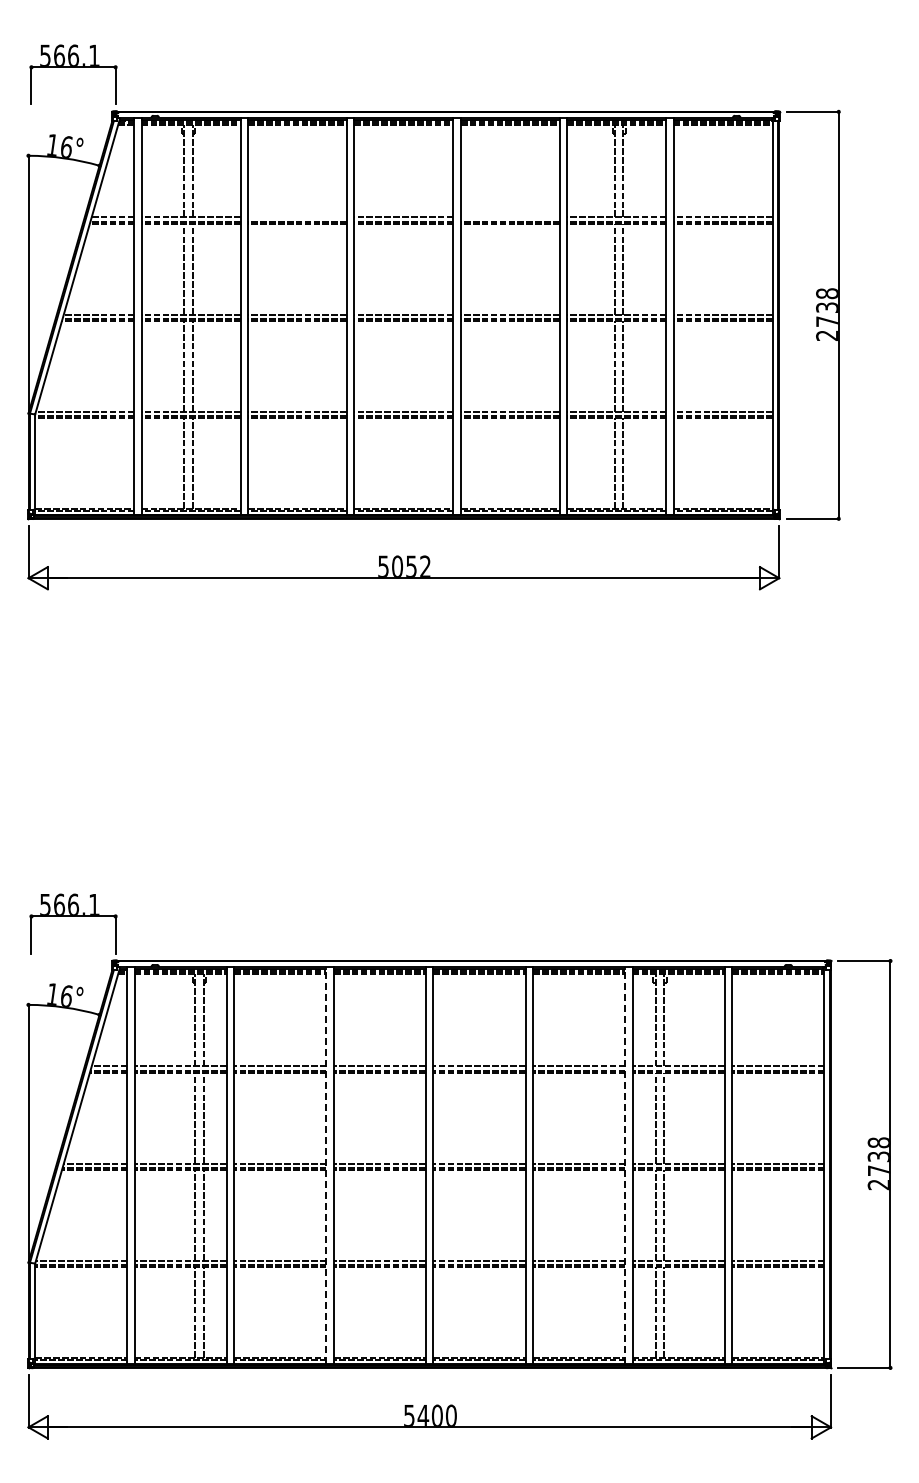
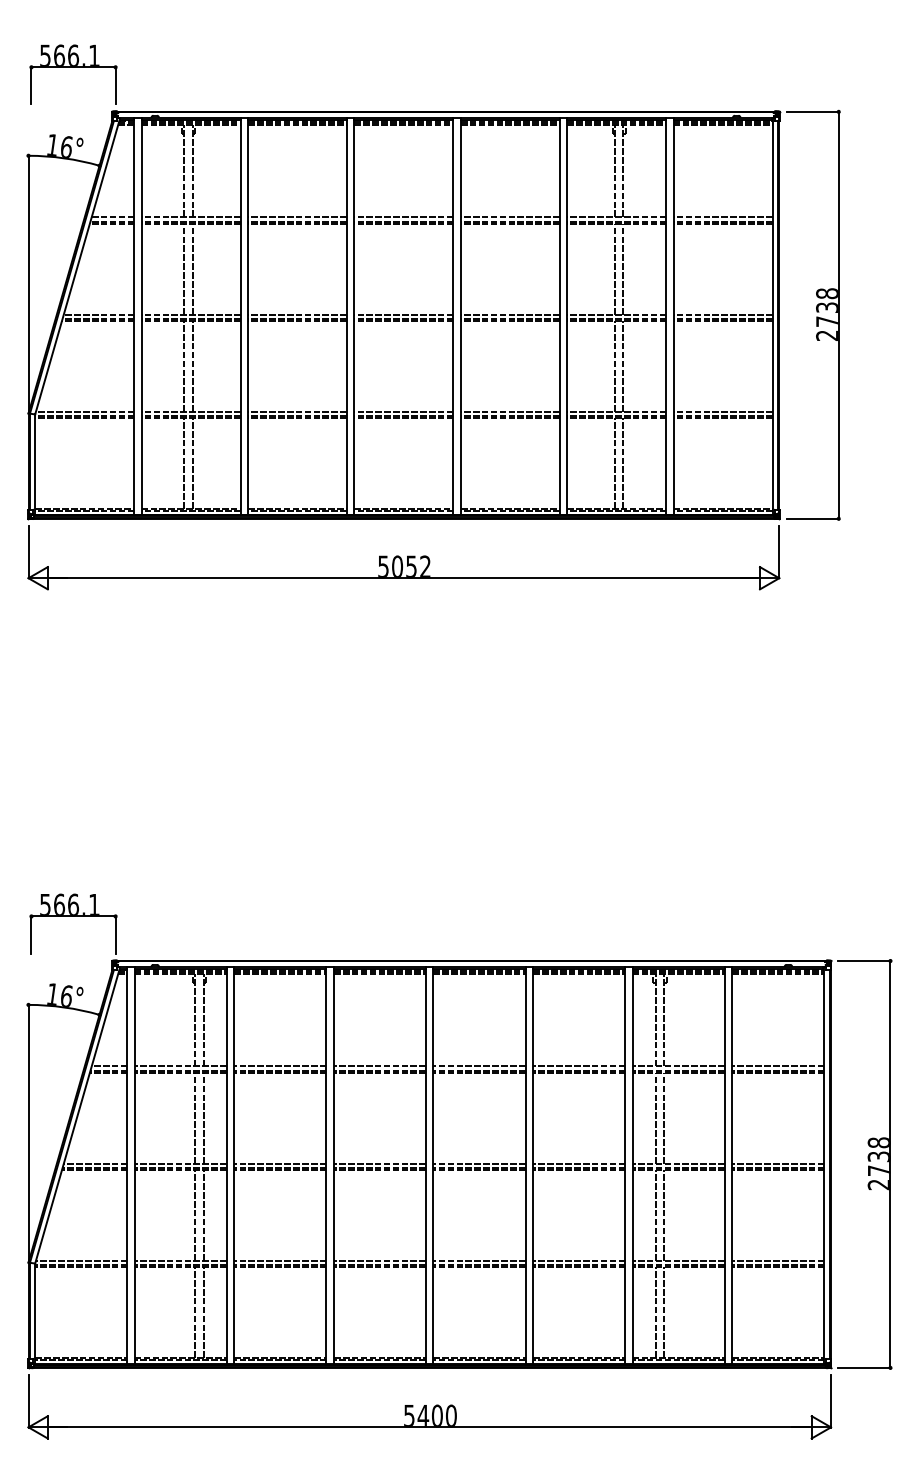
line at (297, 217): none -> present
line at (509, 217): none -> present
line at (326, 1165): dashed -> solid
line at (625, 1165): dashed -> solid
